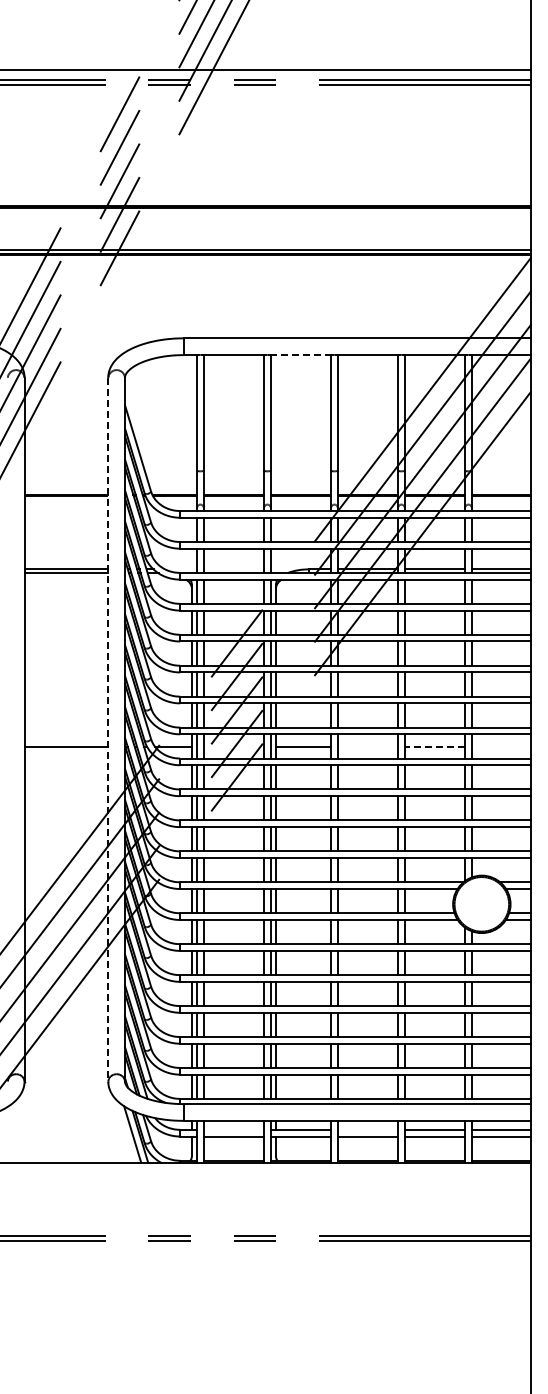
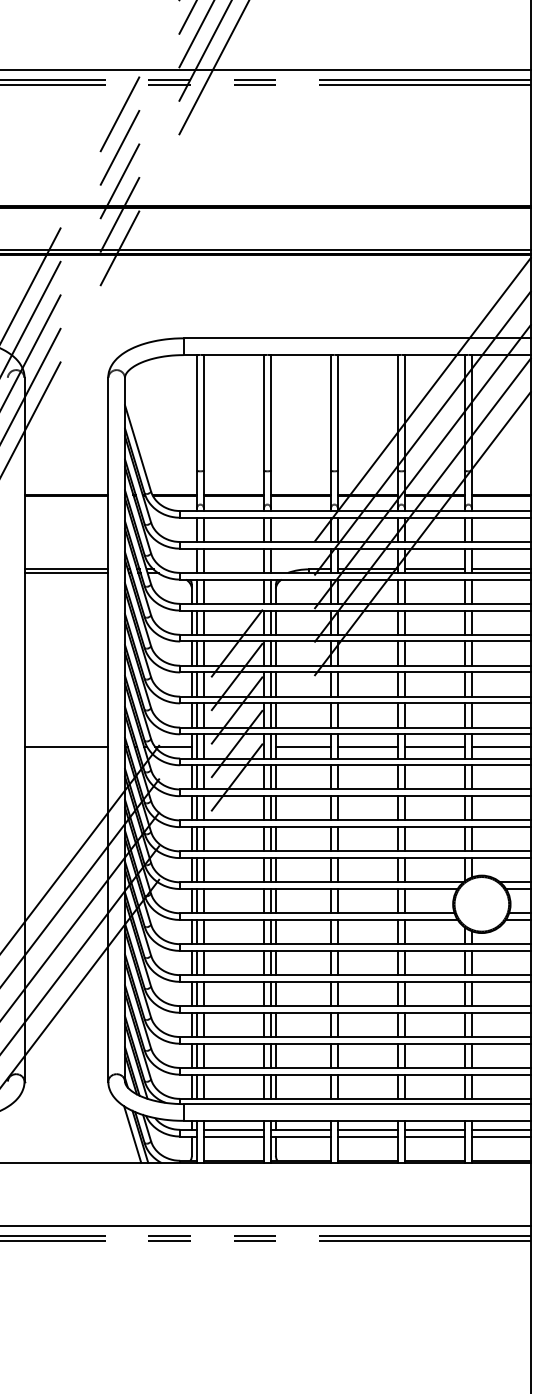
line at (300, 355): dashed -> solid
line at (108, 729): dashed -> solid
line at (367, 746): none -> present
line at (434, 746): dashed -> solid
line at (501, 746): none -> present
line at (233, 1129): none -> present
line at (367, 1129): none -> present
line at (266, 1225): none -> present
